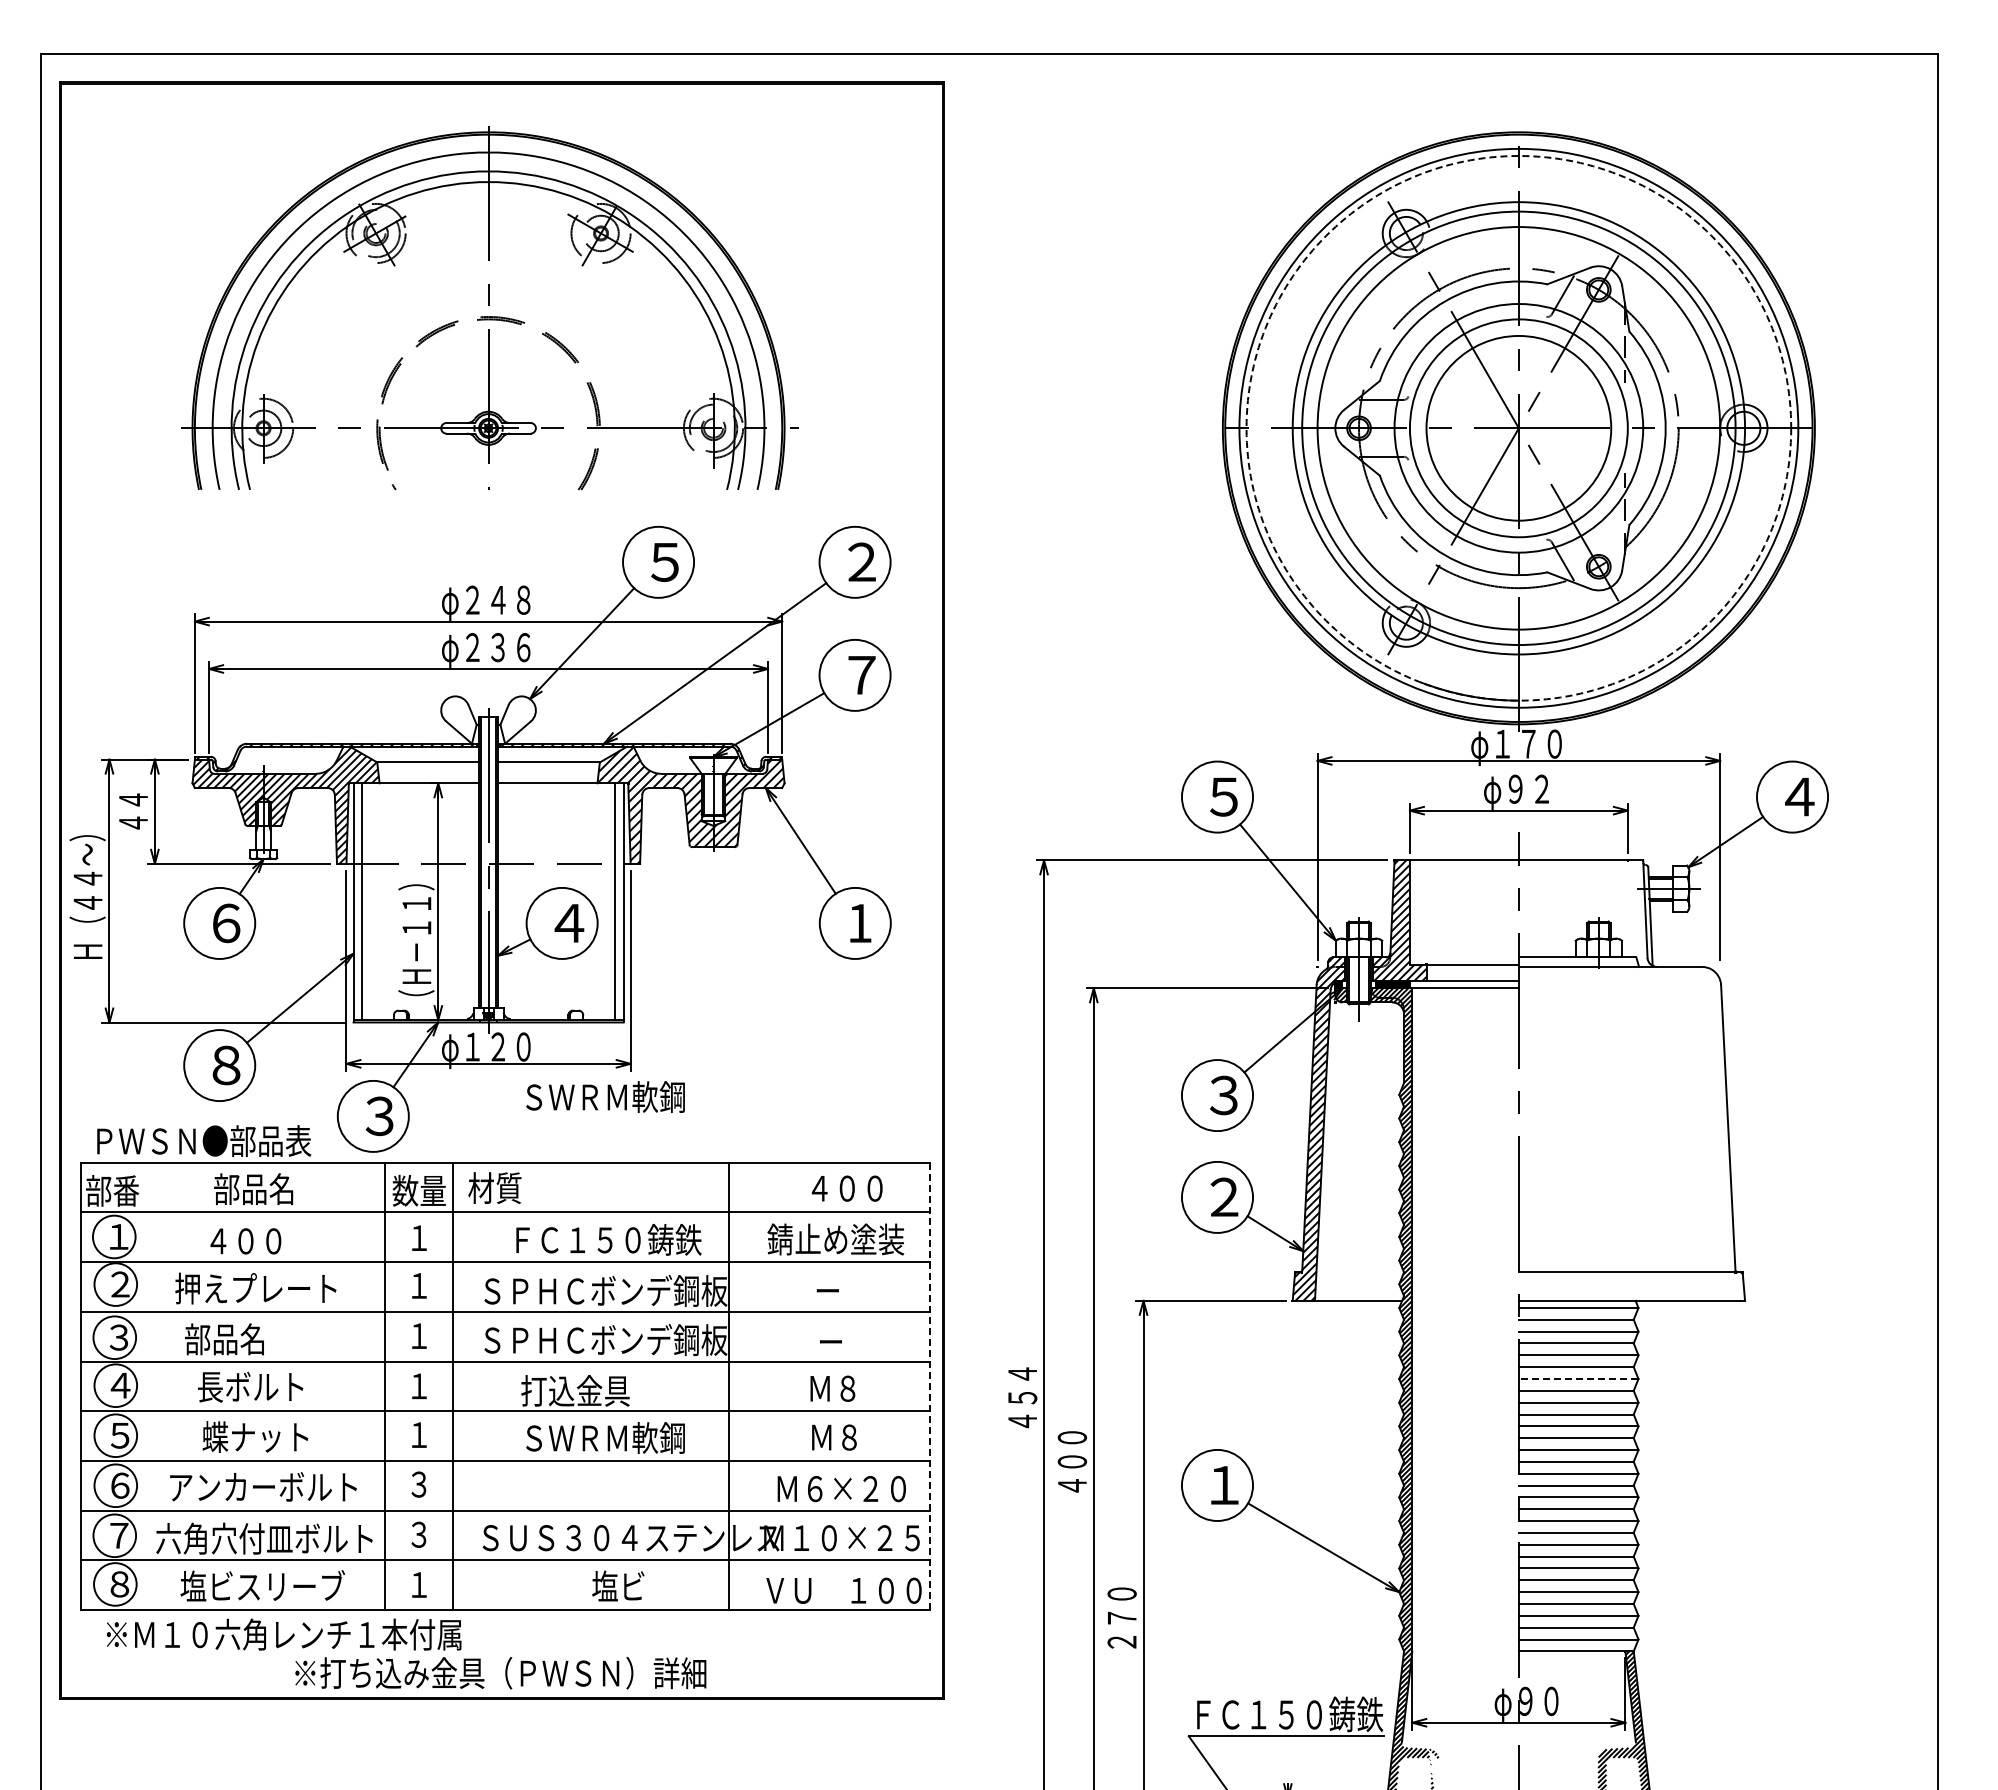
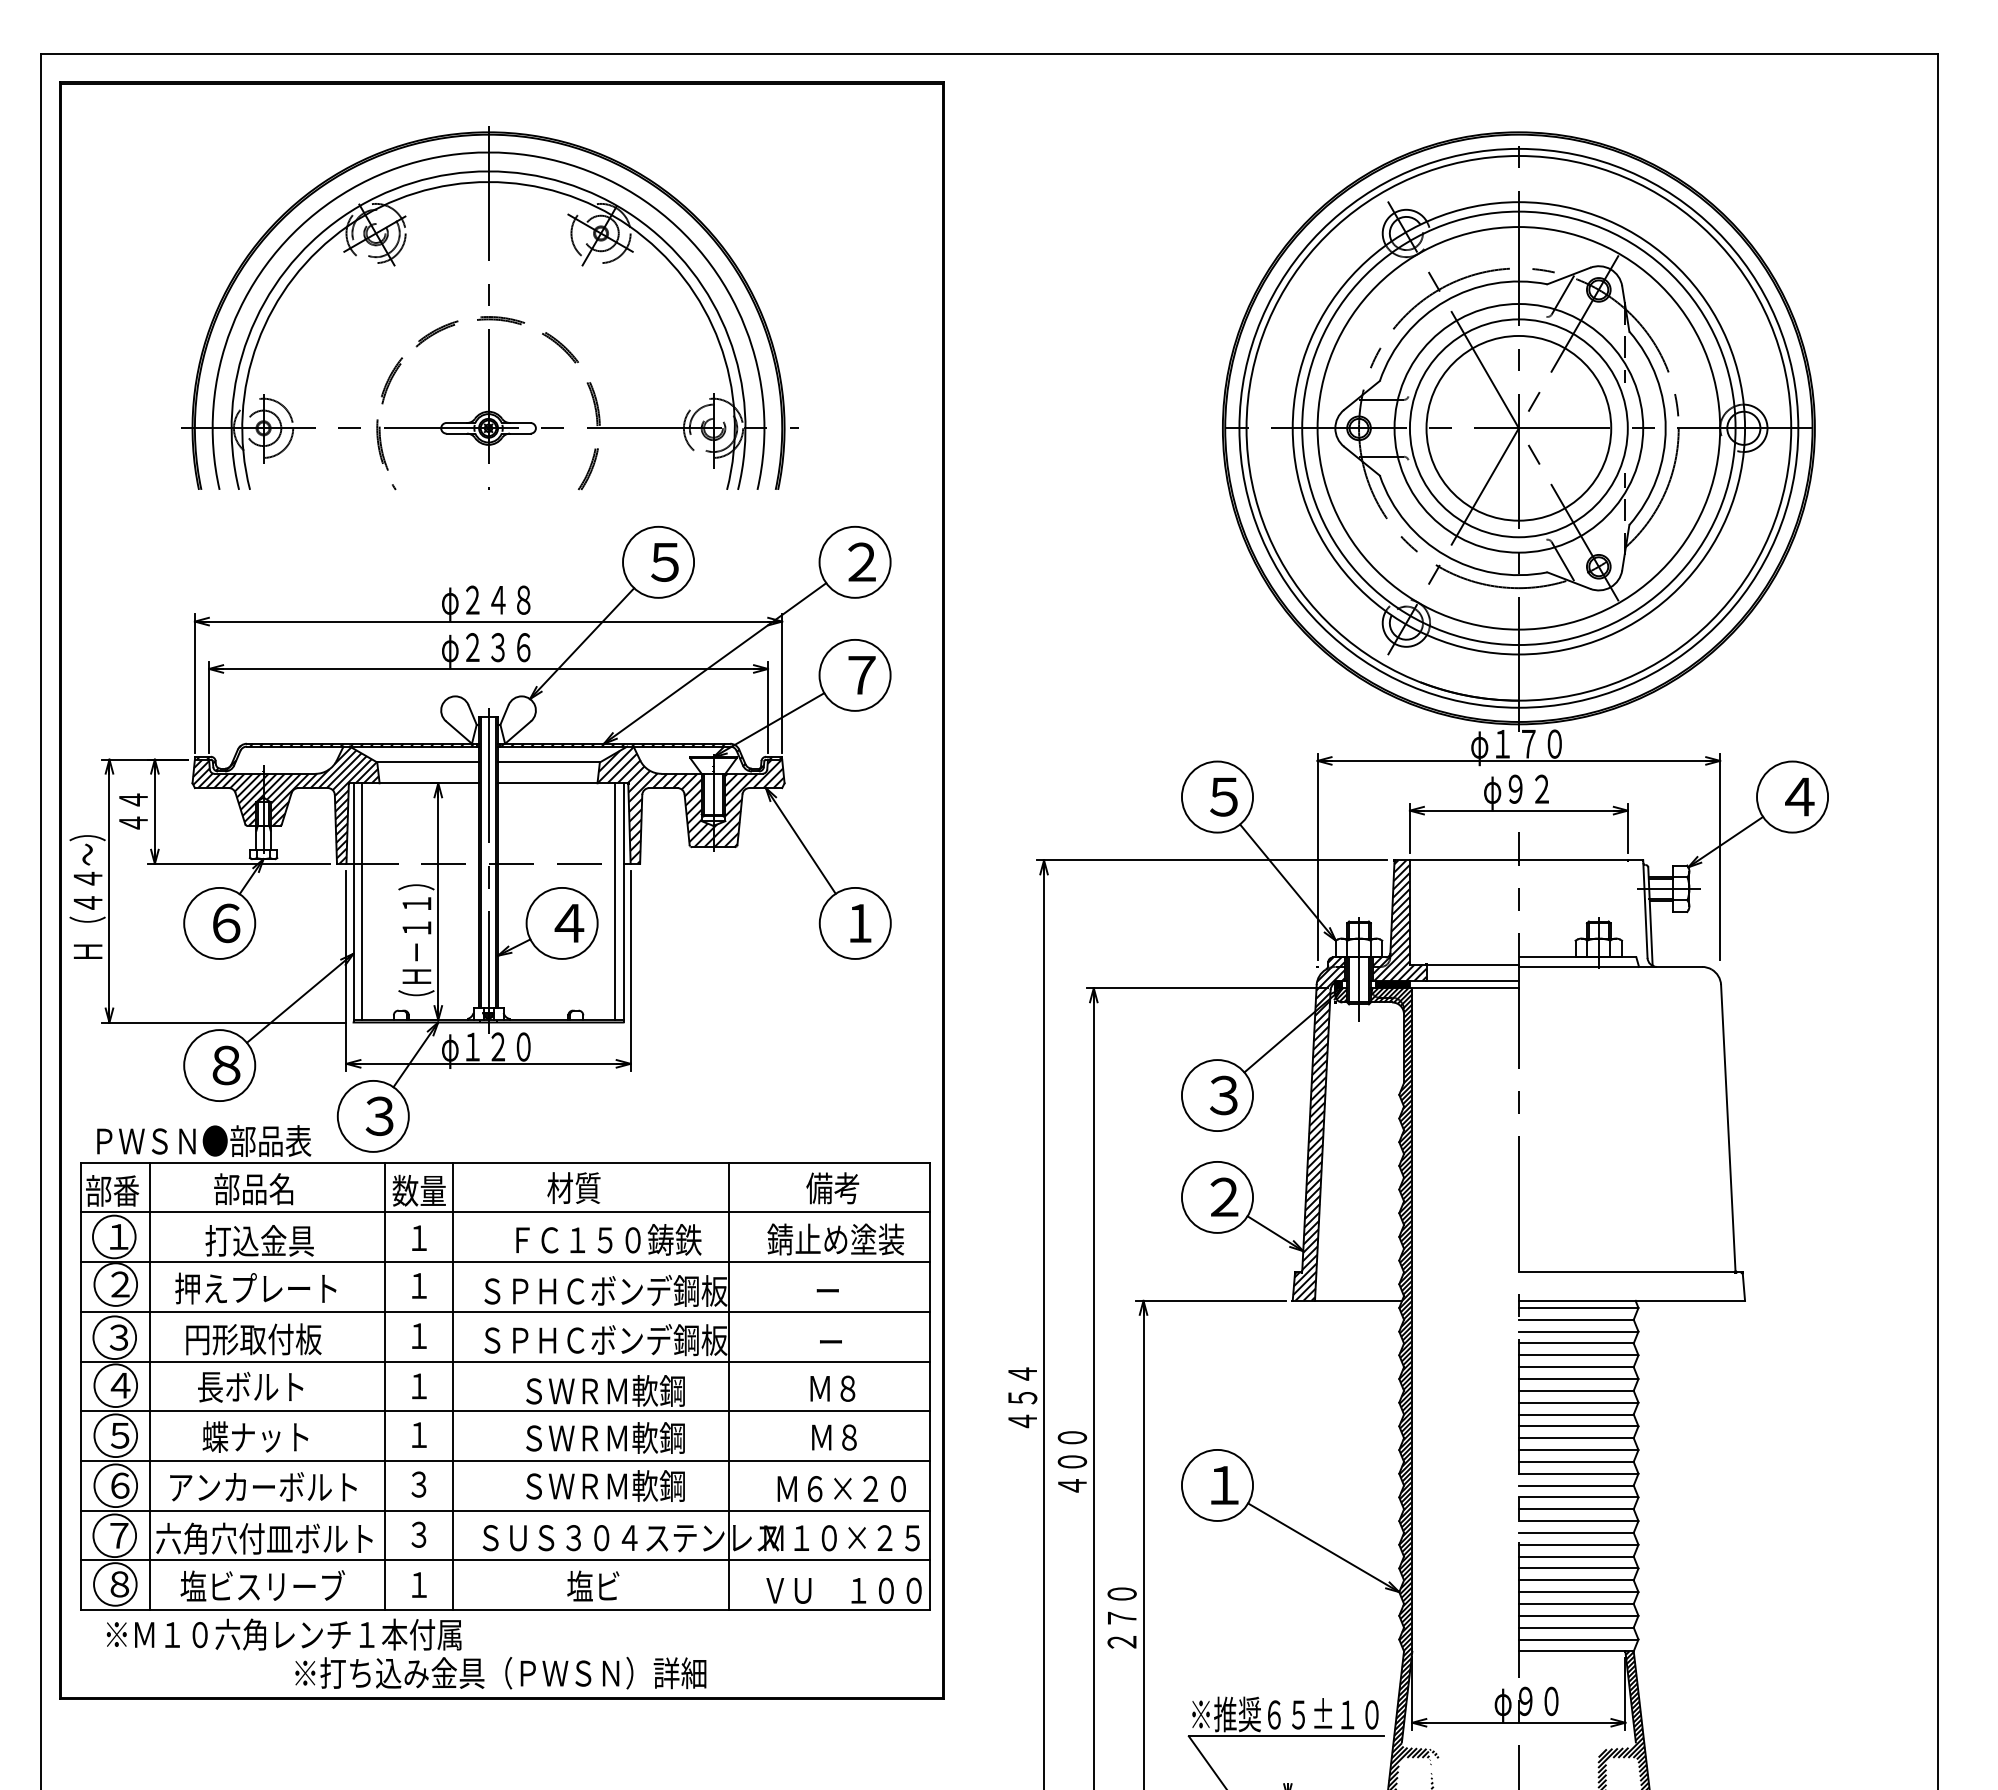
circle at (1518, 428): dashed -> solid
text at (605, 1096) position: (605, 1096) -> (605, 1485)
text at (494, 1187) position: (494, 1187) -> (573, 1187)
text at (844, 1188): ４００ -> 備考
text at (259, 1240): ４００ -> 打込金具
text at (253, 1339): 部品名 -> 円形取付板
line at (1578, 1379): dashed -> solid
line at (149, 1386): none -> present
line at (929, 1386): dashed -> solid
text at (602, 1390): 打込金具 -> ＳＷＲＭ軟鋼
text at (618, 1585) position: (618, 1585) -> (593, 1585)
text at (1287, 1714): ＦＣ１５０鋳鉄 -> ※推奨６５±１０
